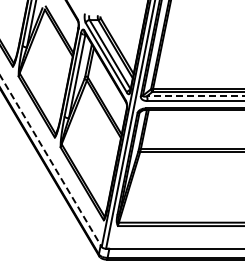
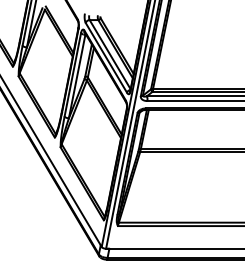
line at (195, 96): dashed -> solid
line at (51, 161): dashed -> solid
